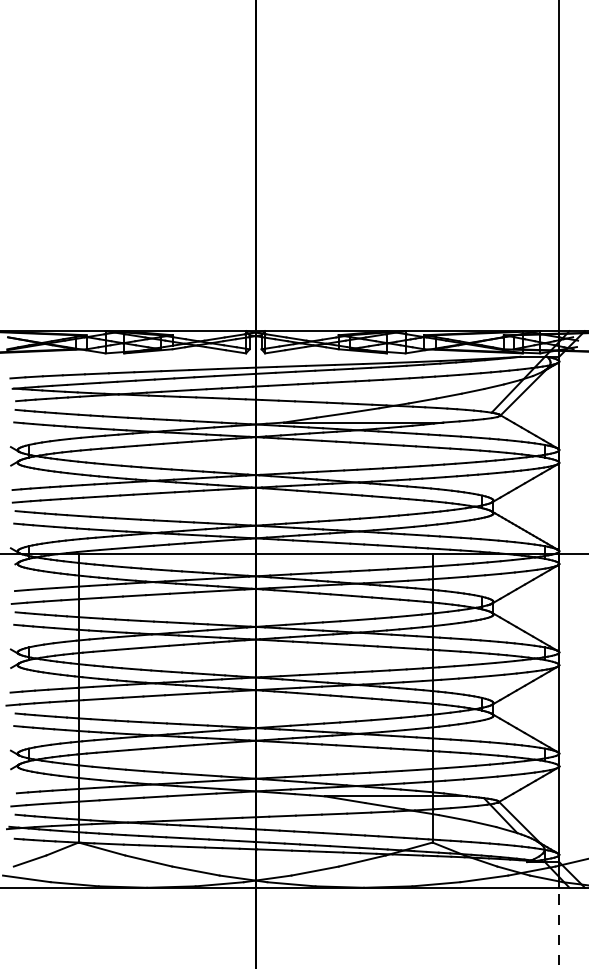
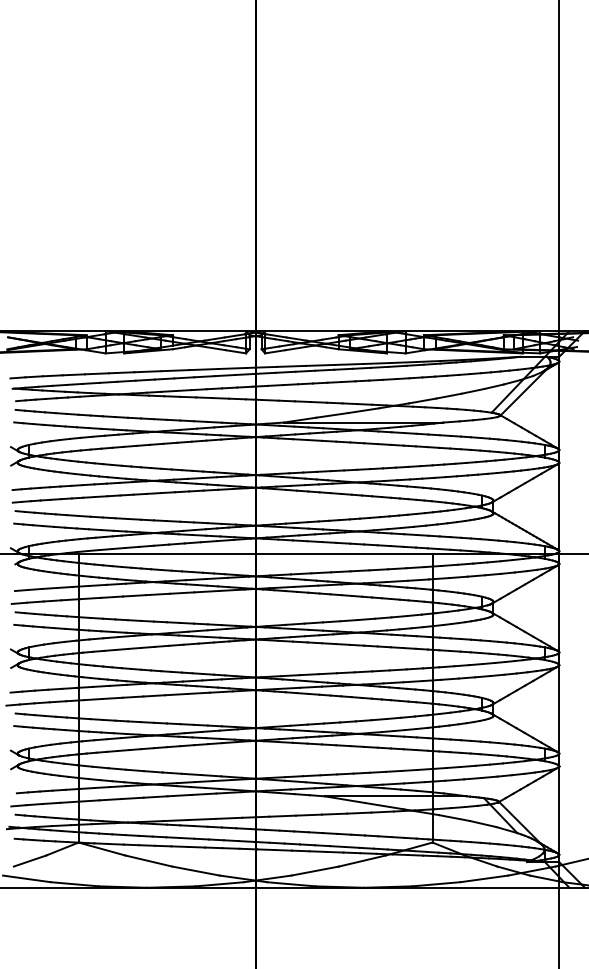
line at (559, 927): dashed -> solid
